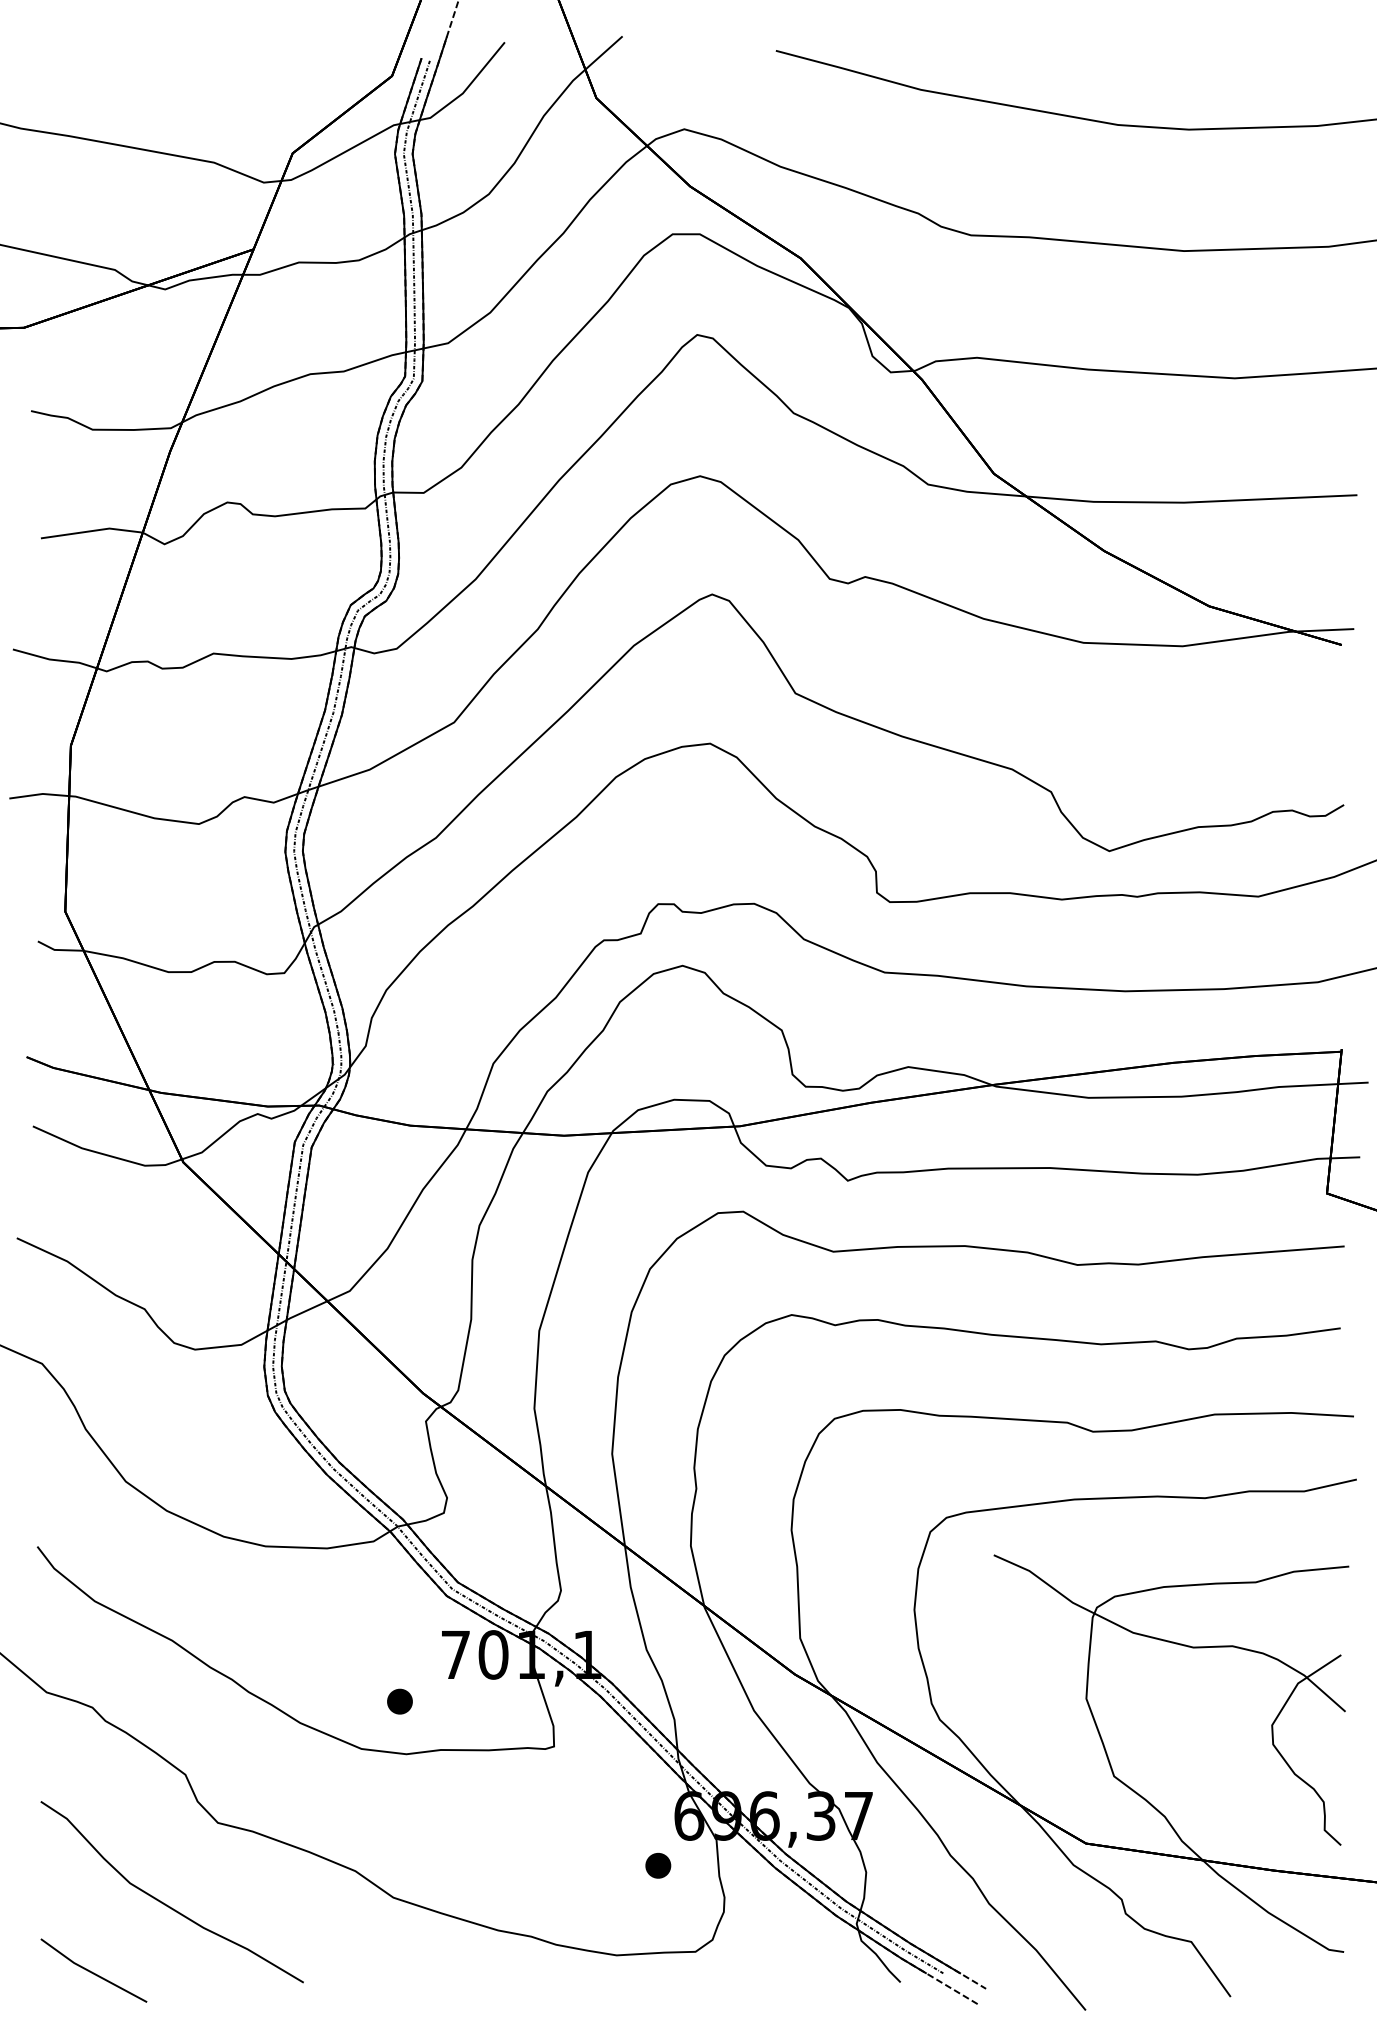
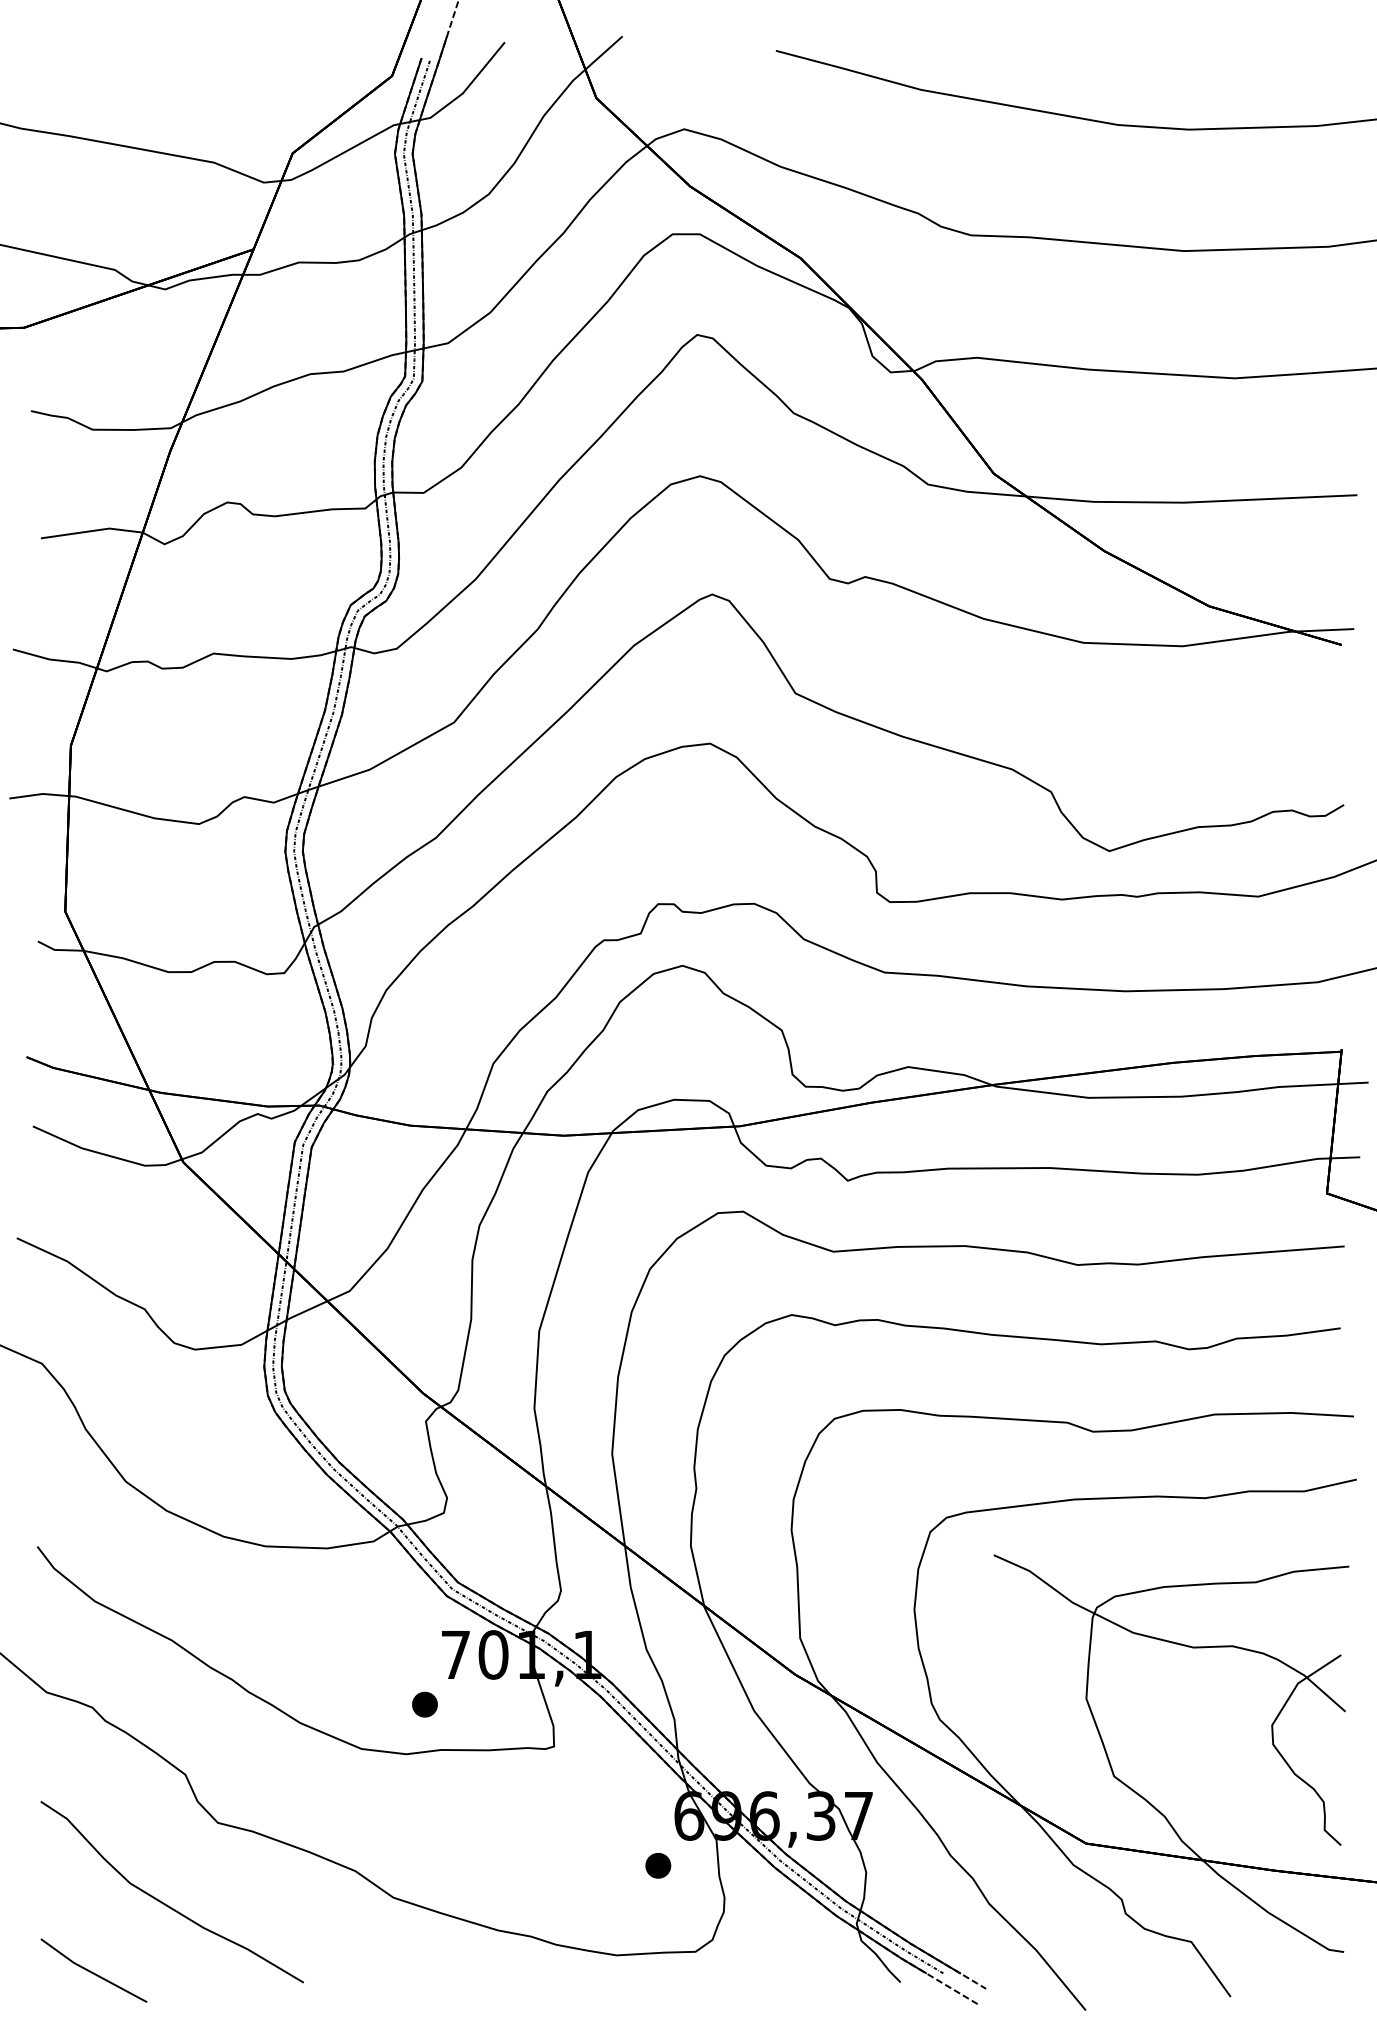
part at (399, 1701) position: (399, 1701) -> (424, 1704)
